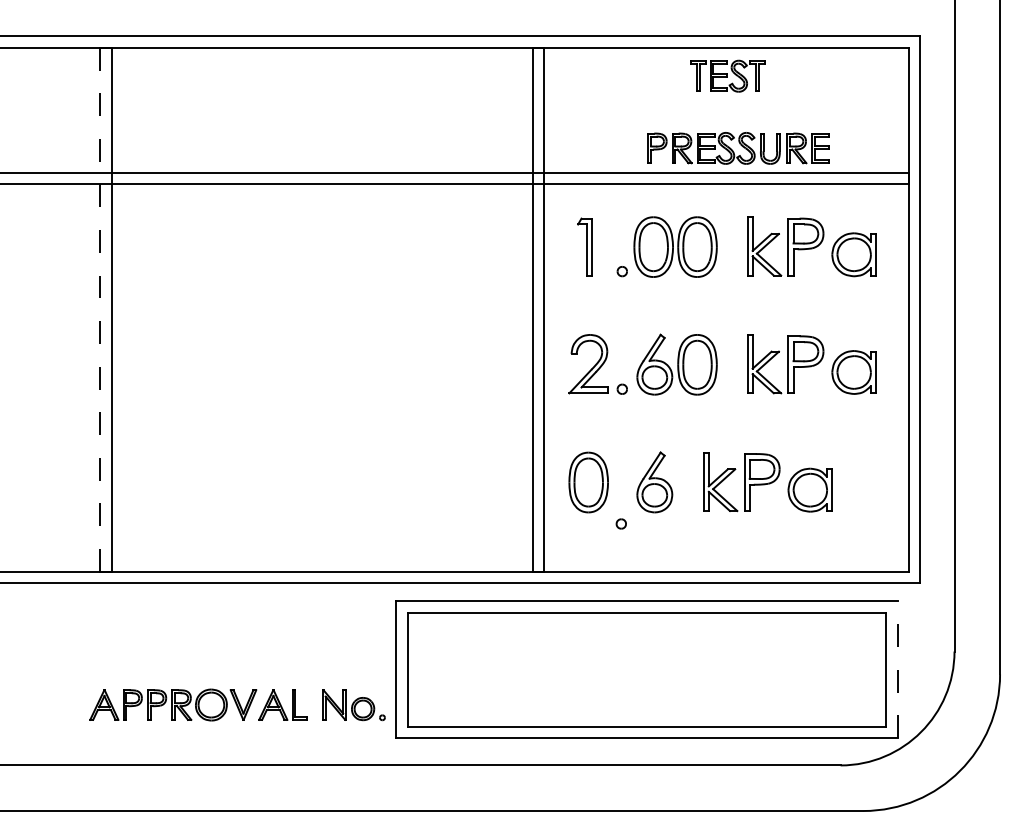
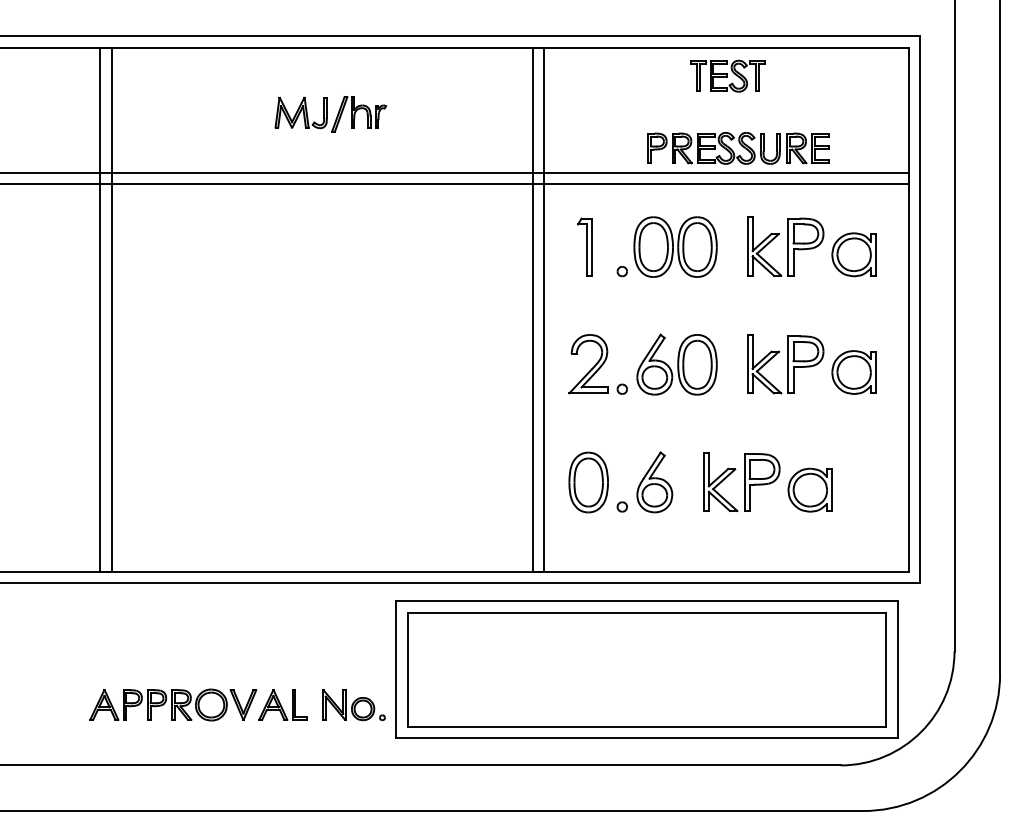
part at (330, 114): none -> present
line at (100, 310): dashed -> solid
part at (620, 523) position: (620, 523) -> (621, 506)
line at (897, 669): dashed -> solid
